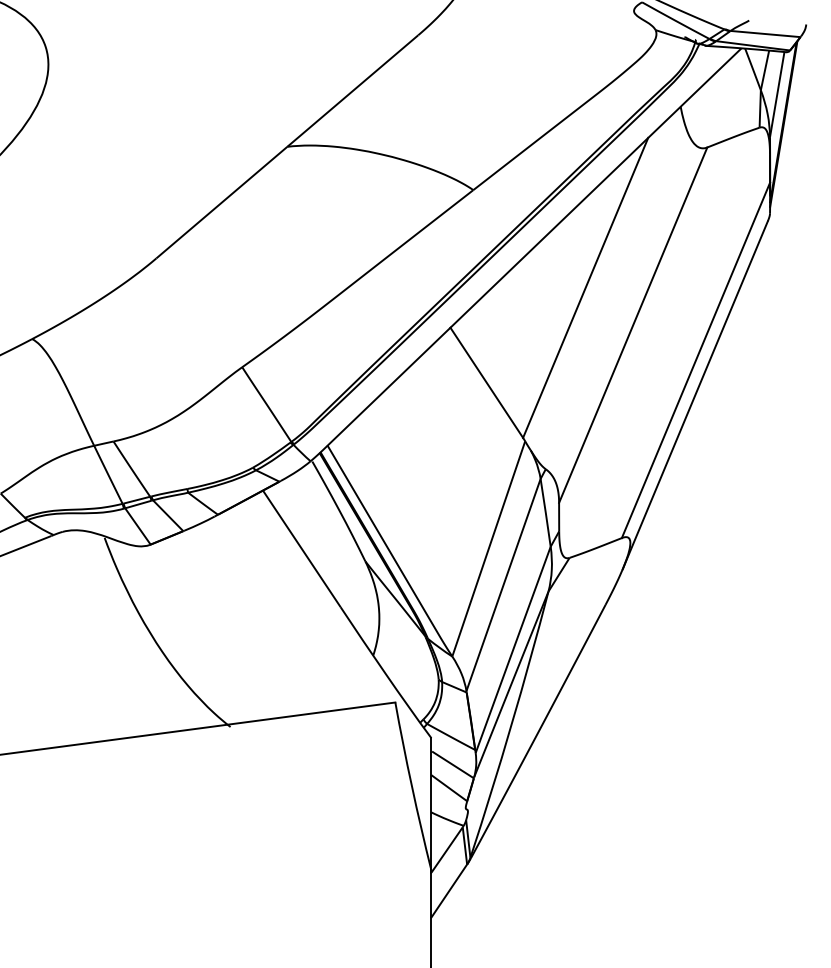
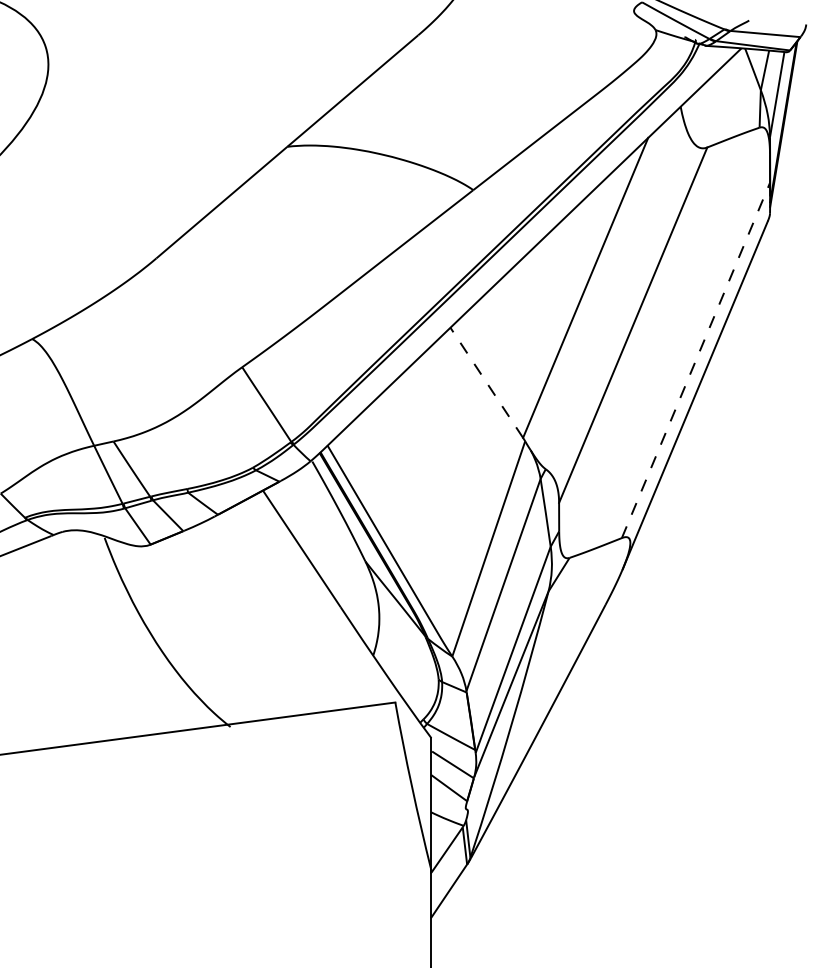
line at (695, 360): solid -> dashed
line at (486, 382): solid -> dashed
